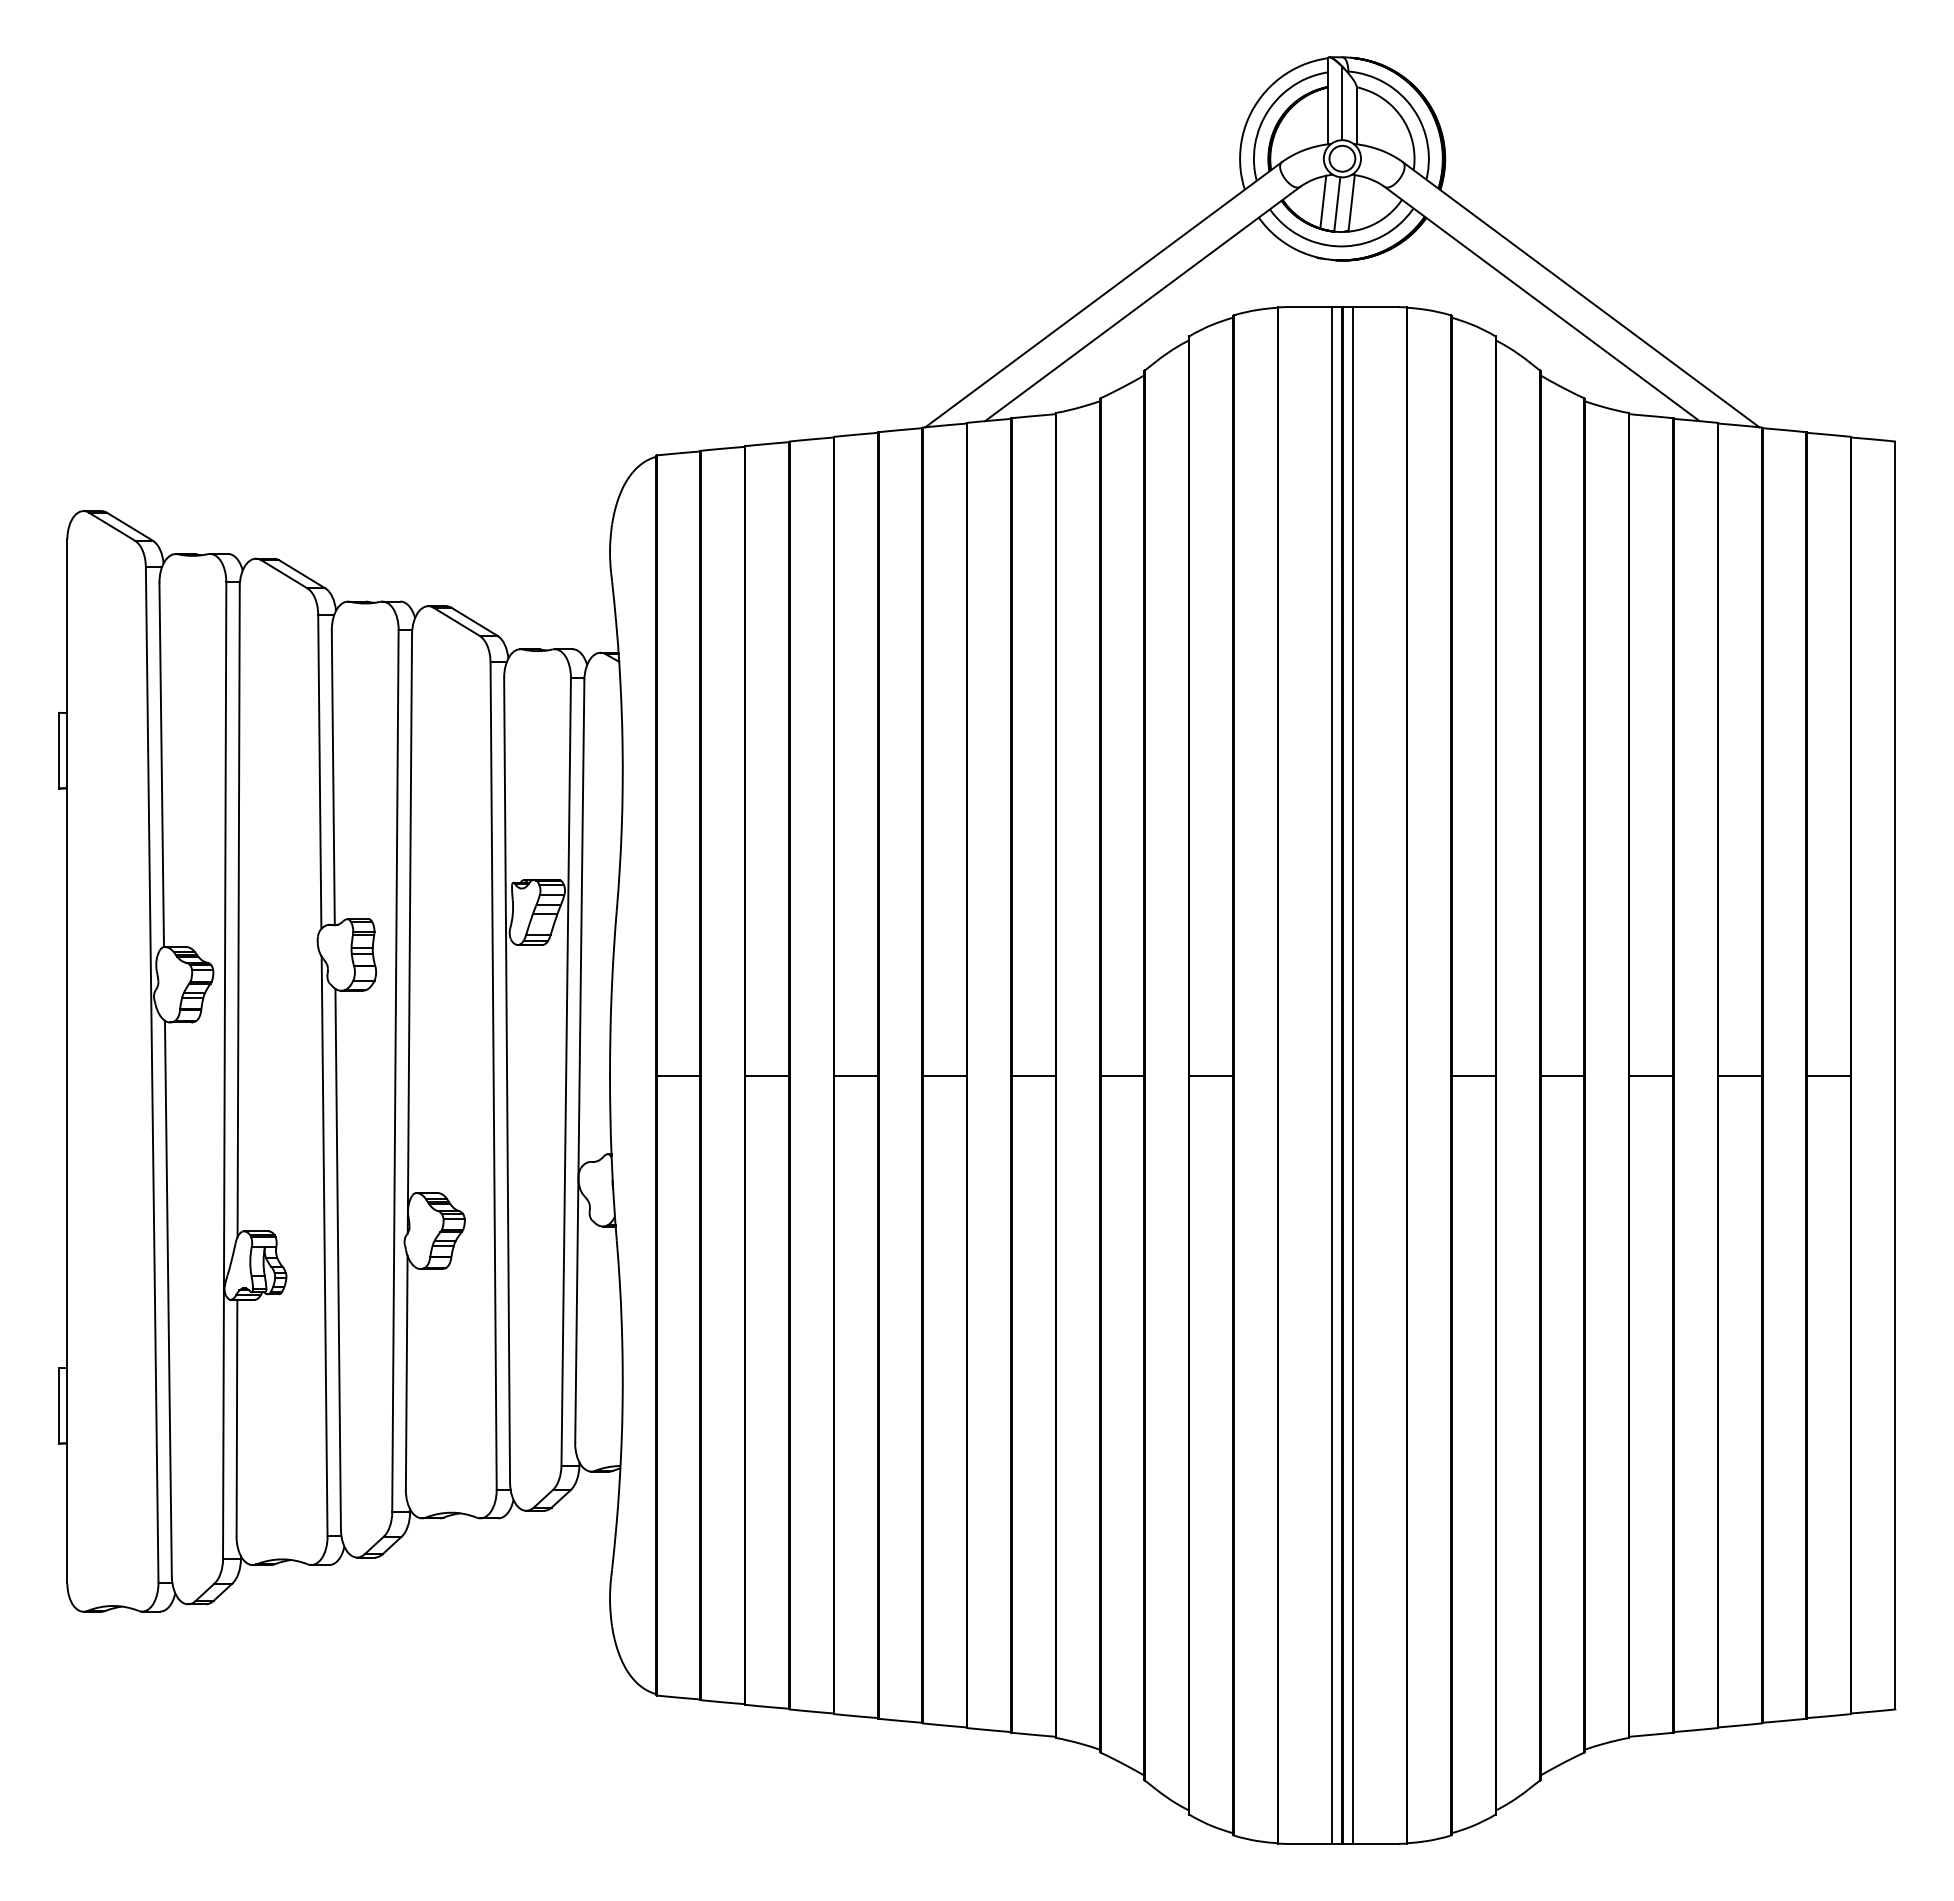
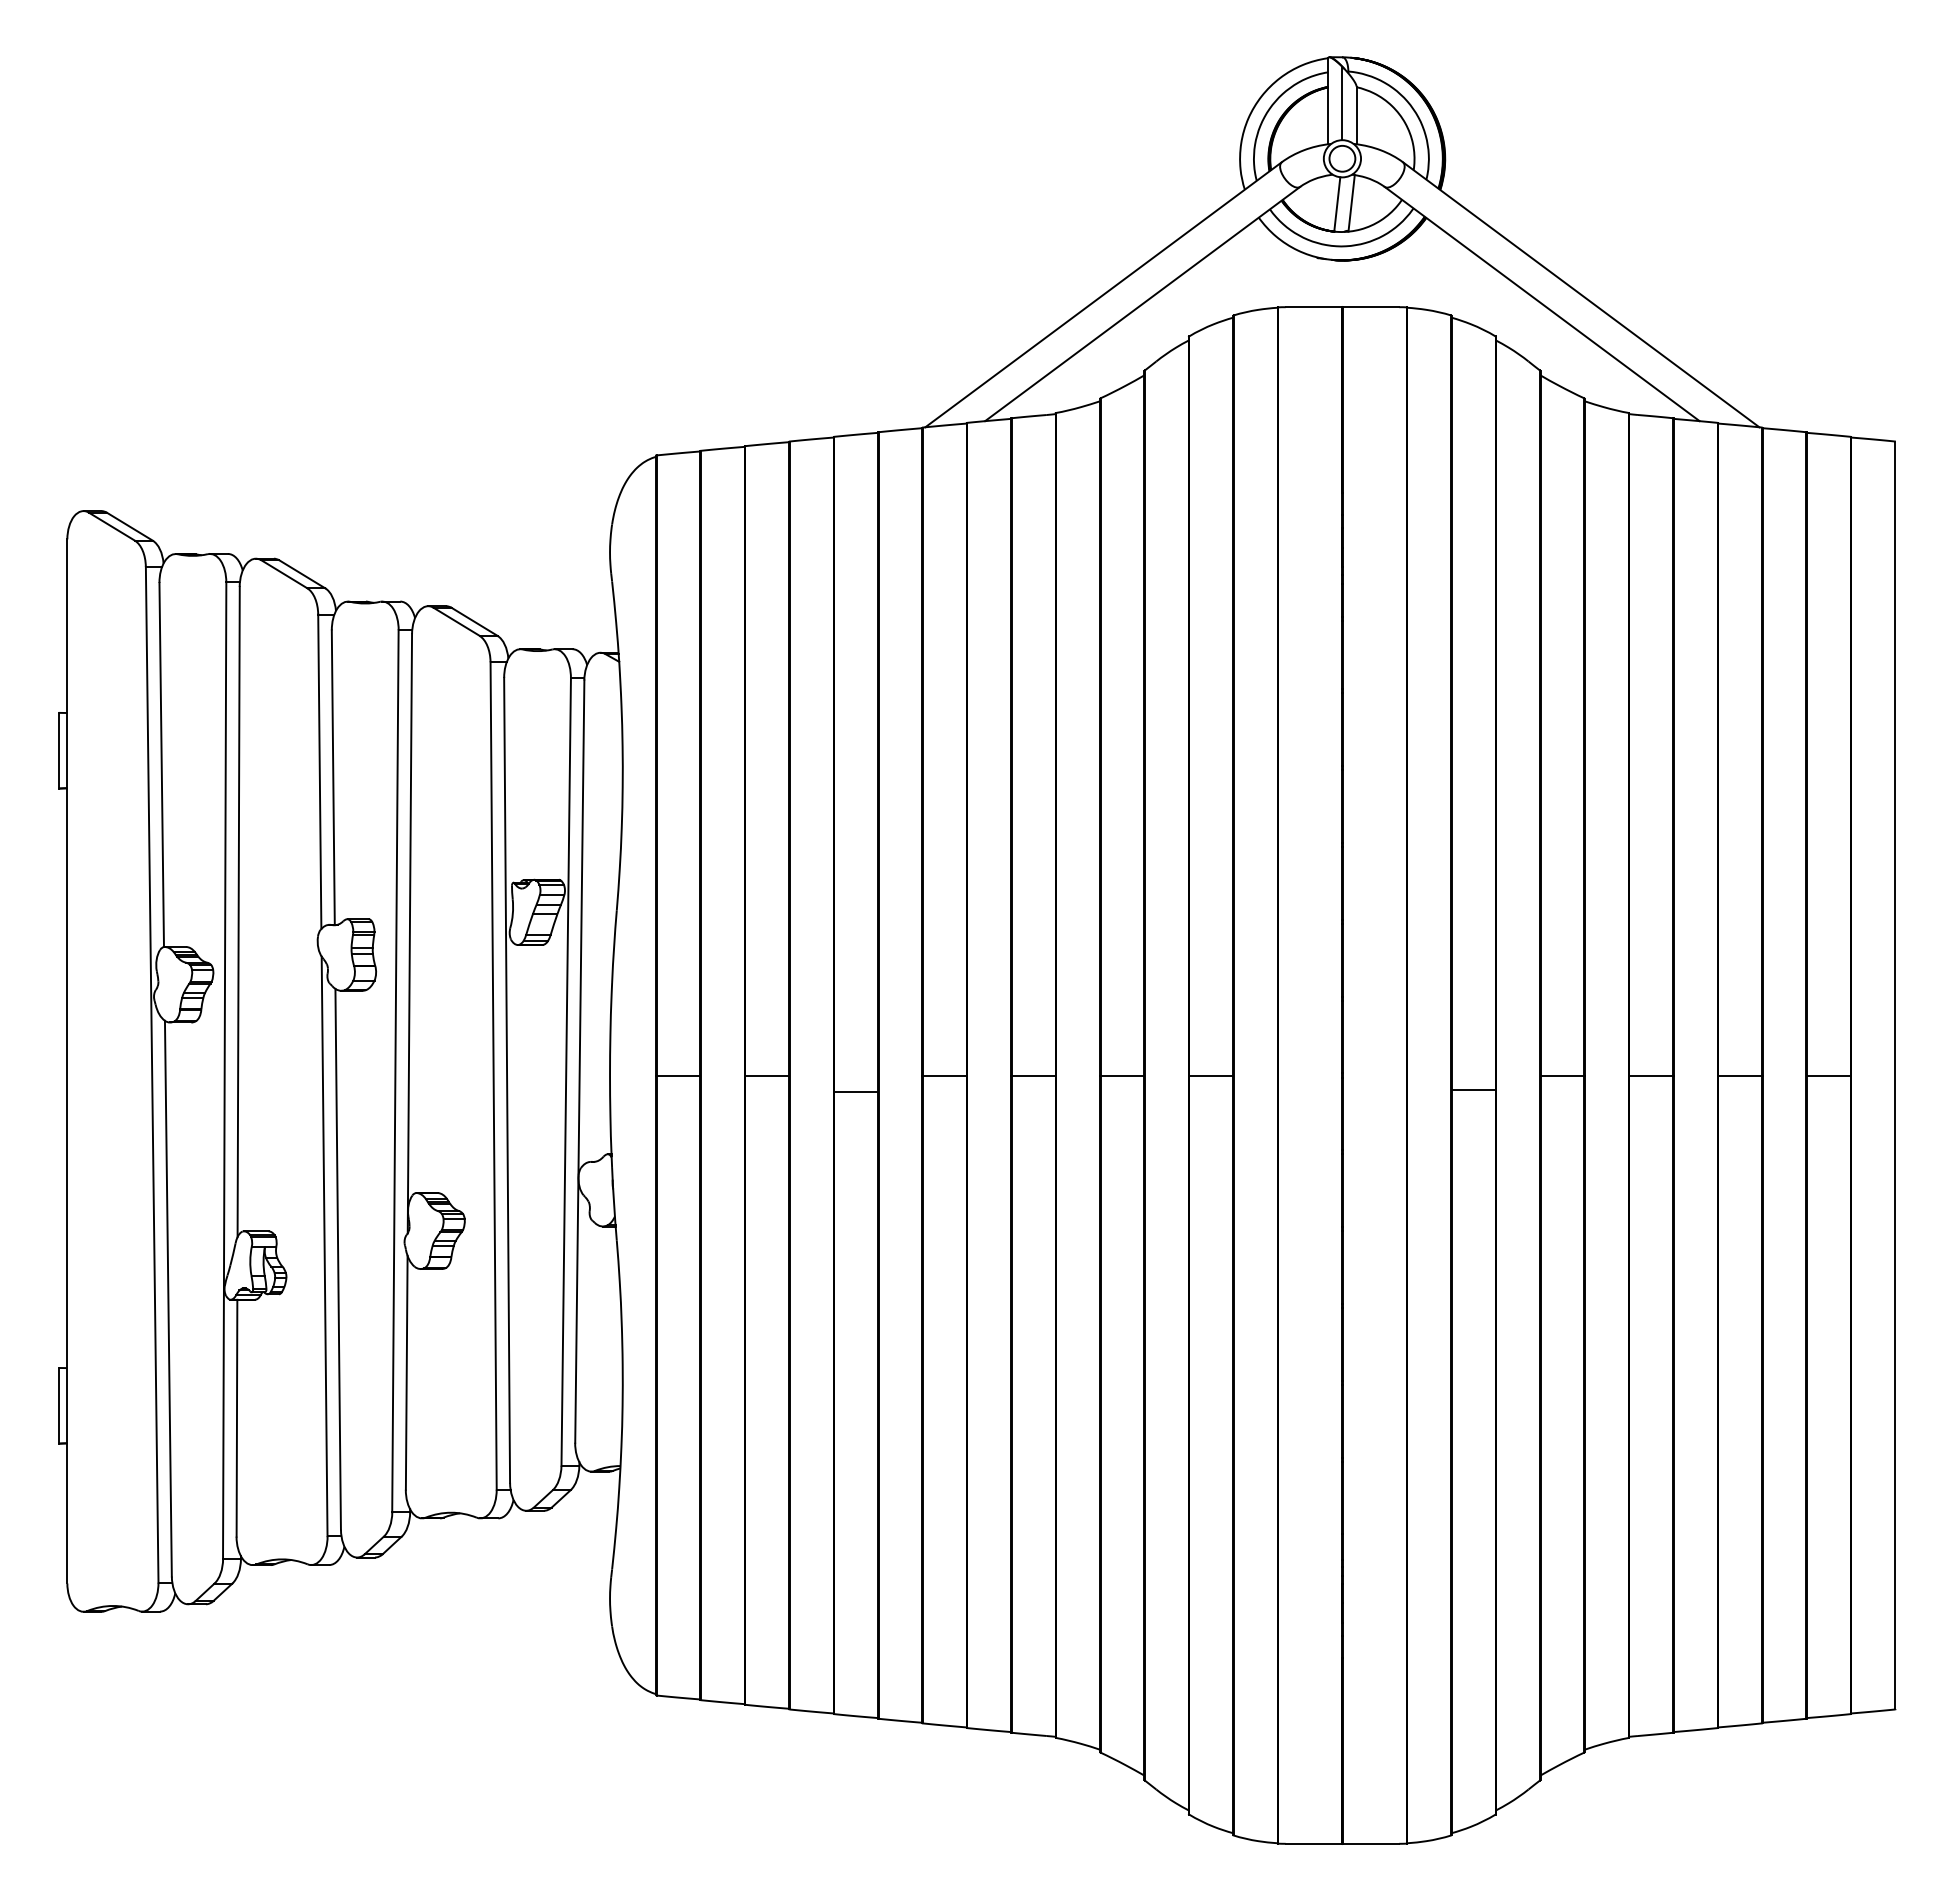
line at (1323, 201): present -> none
line at (855, 1075) position: (855, 1075) -> (855, 1091)
line at (1331, 1075): present -> none
line at (1353, 1075): present -> none
line at (1473, 1075) position: (1473, 1075) -> (1473, 1089)
